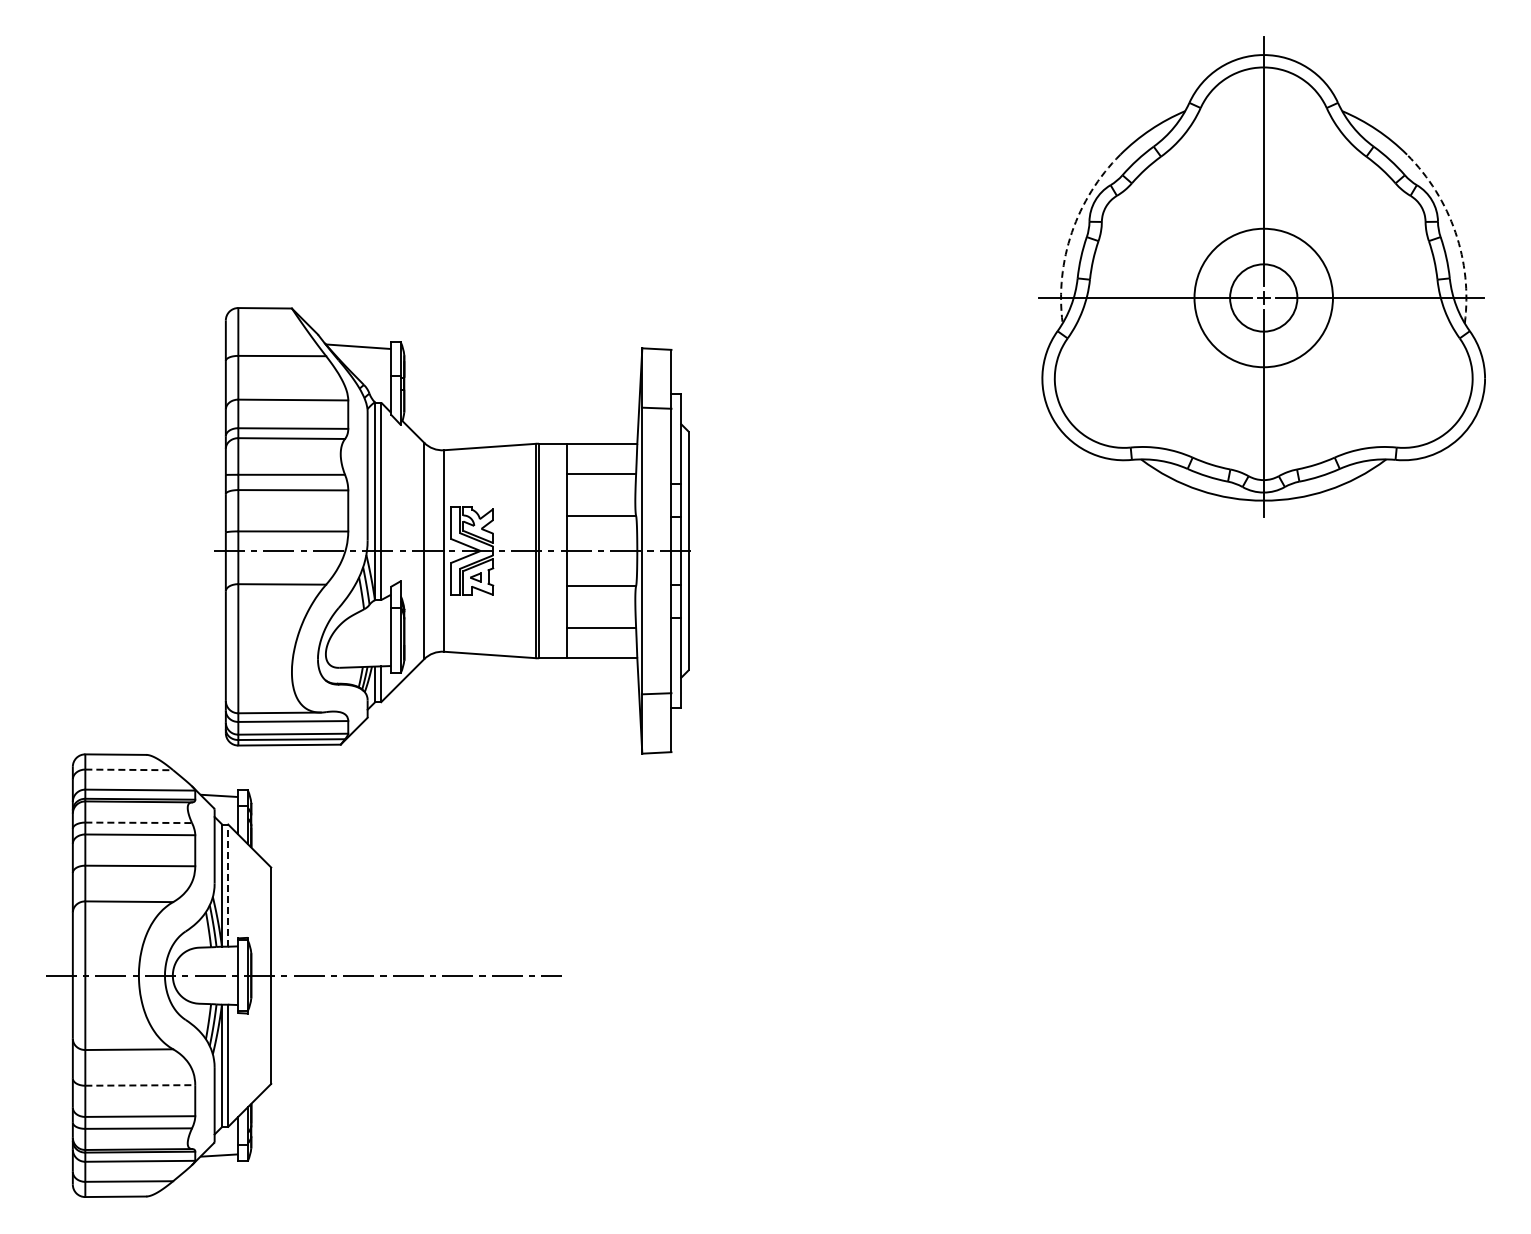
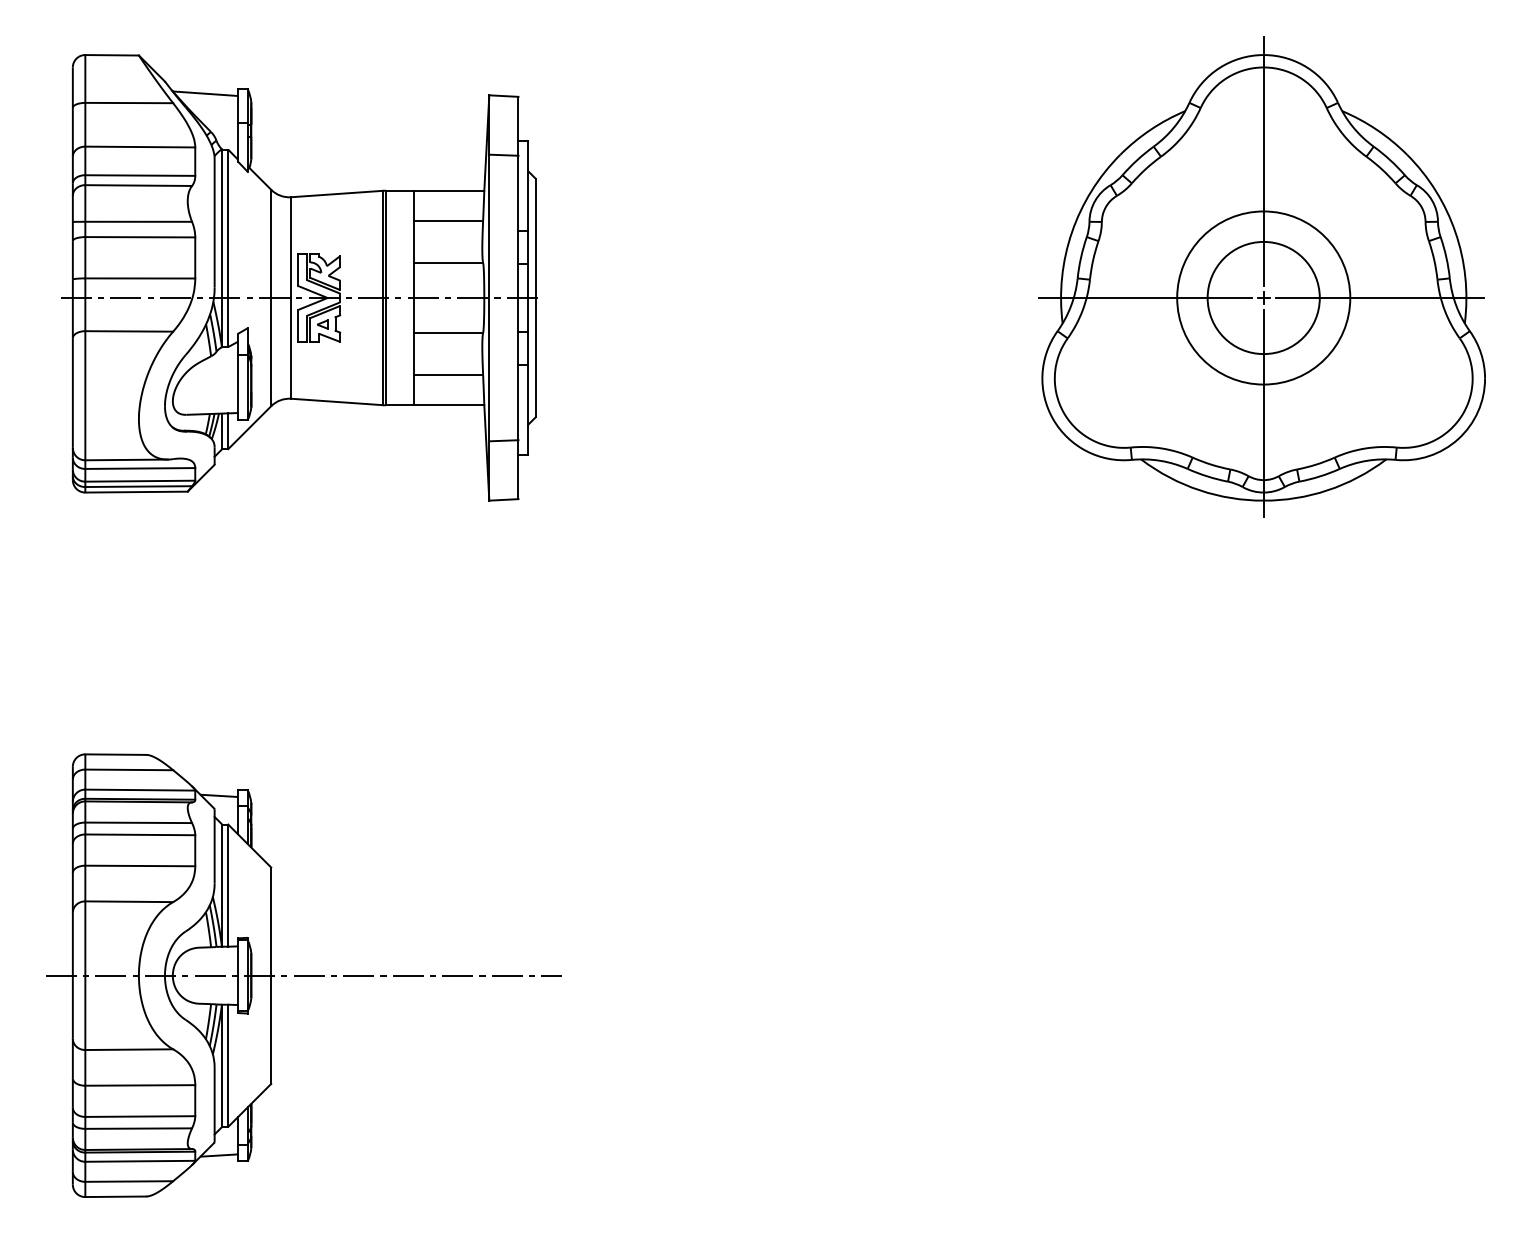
arc at (1071, 232): dashed -> solid
arc at (1455, 232): dashed -> solid
circle at (1263, 297) diameter: 138 px -> 173 px
circle at (1263, 297) diameter: 67 px -> 112 px
part at (452, 530) position: (452, 530) -> (299, 277)
line at (129, 769): dashed -> solid
line at (139, 822): dashed -> solid
line at (228, 885): dashed -> solid
line at (140, 1085): dashed -> solid
